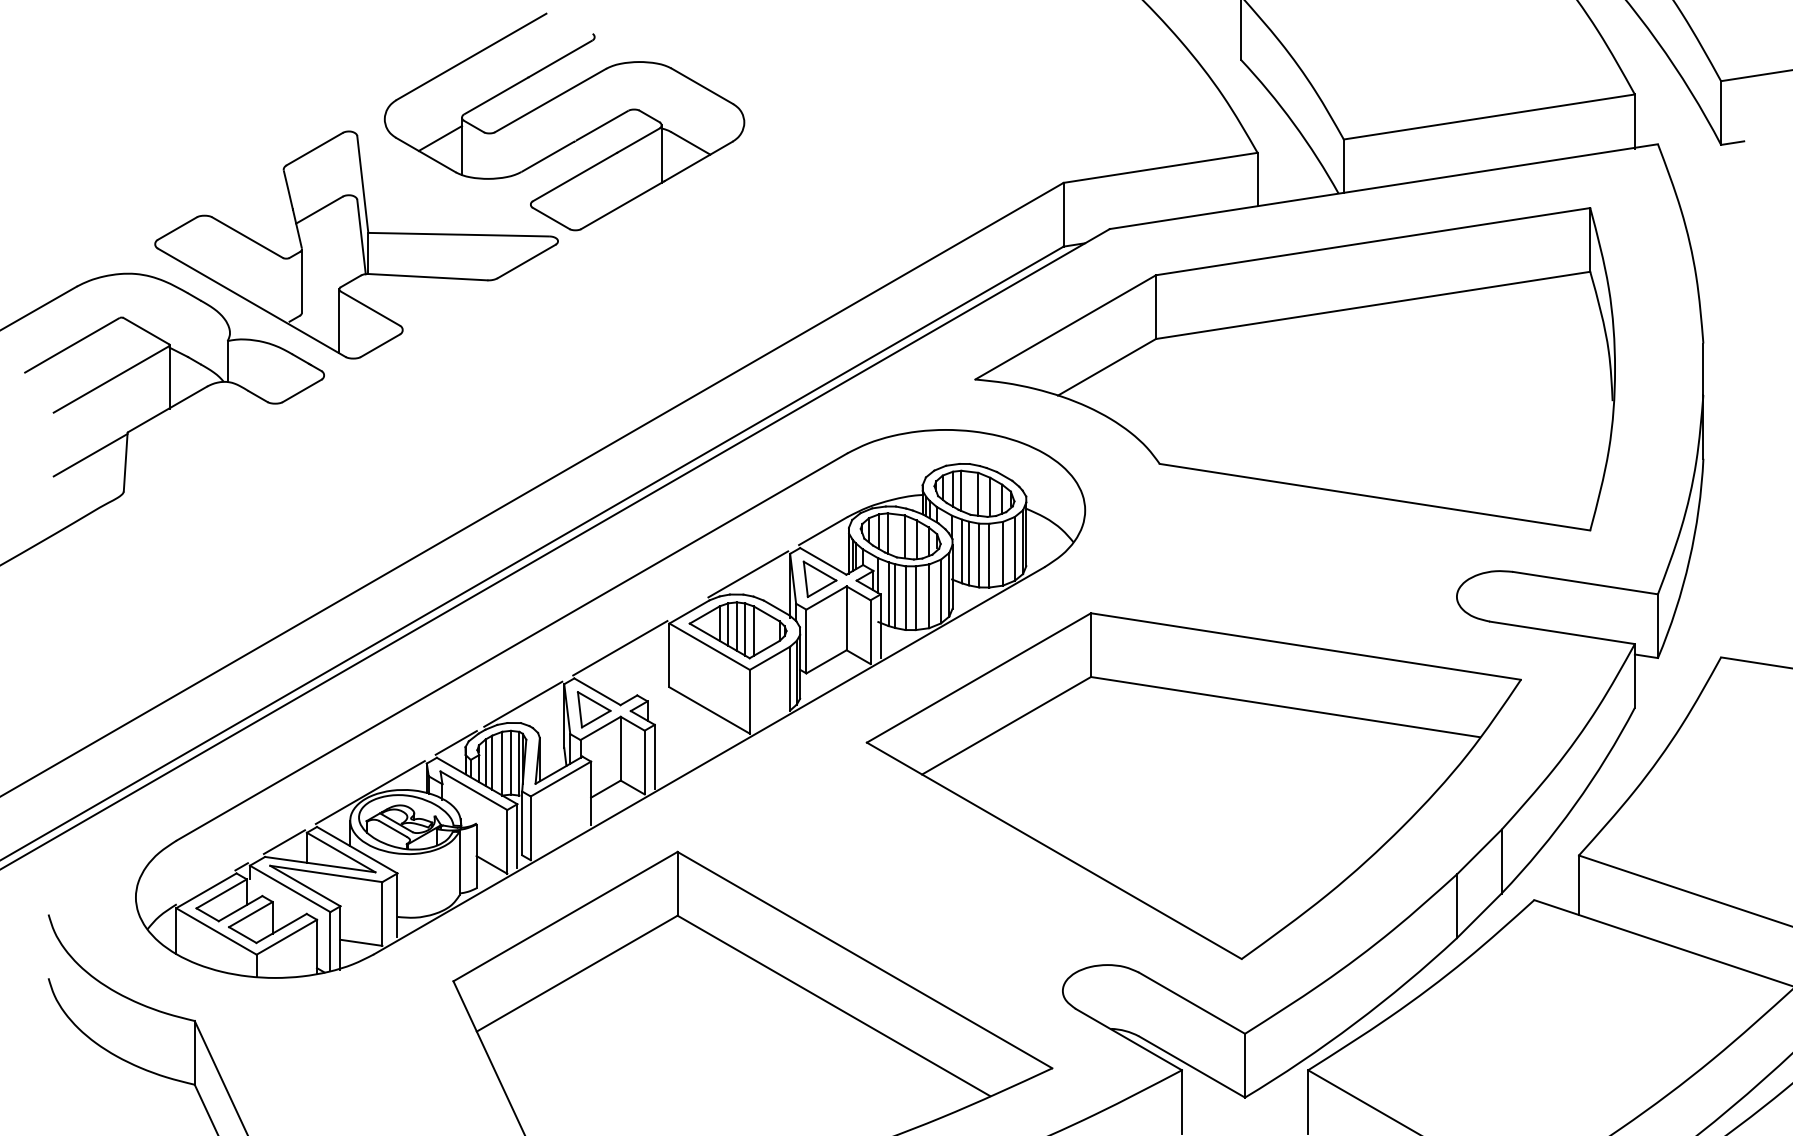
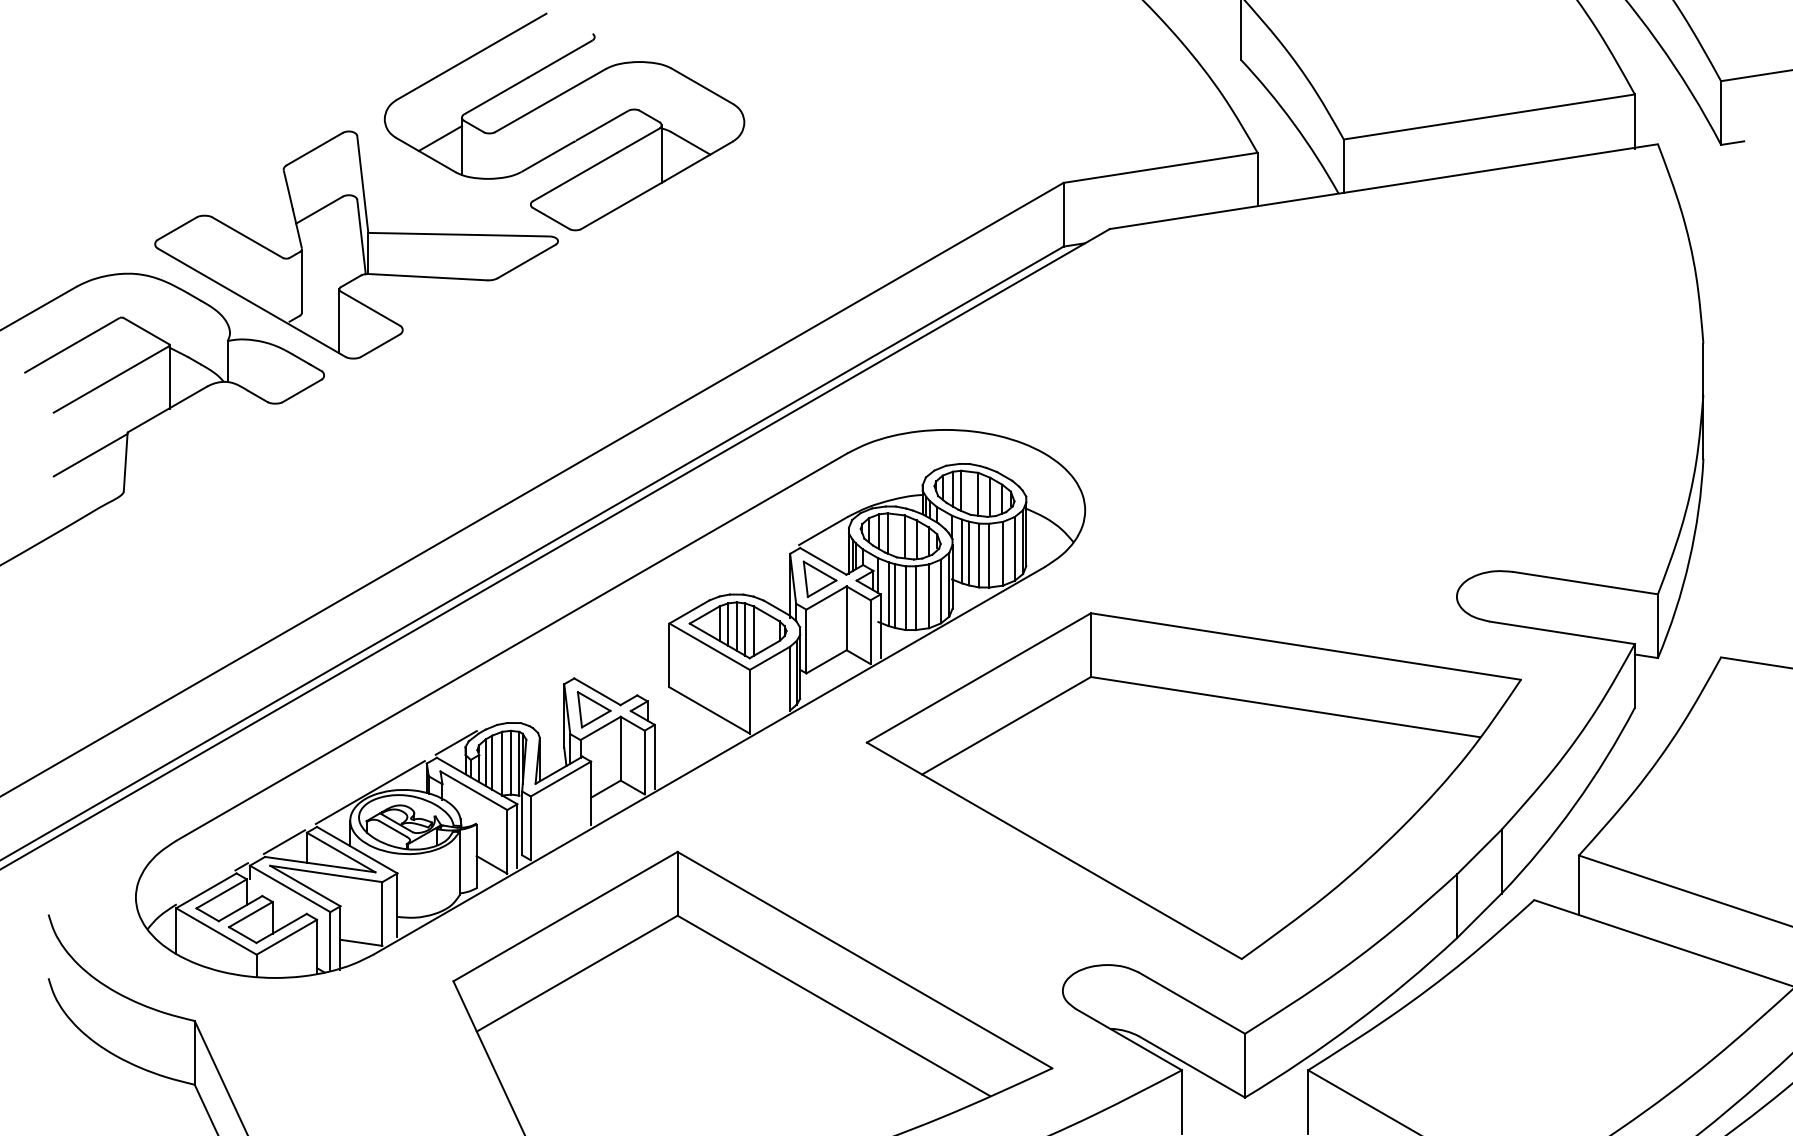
part at (1294, 369): present -> none
line at (748, 574): present -> none
line at (620, 648): present -> none
line at (523, 703): present -> none
